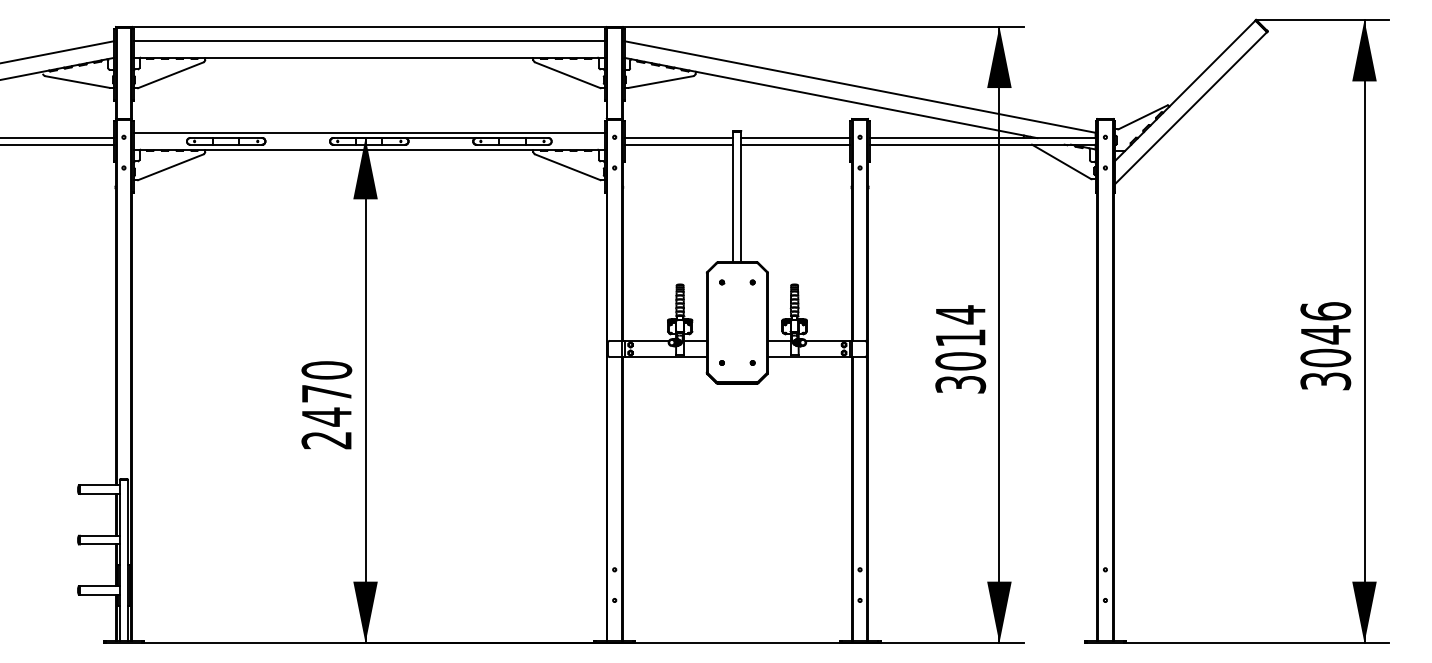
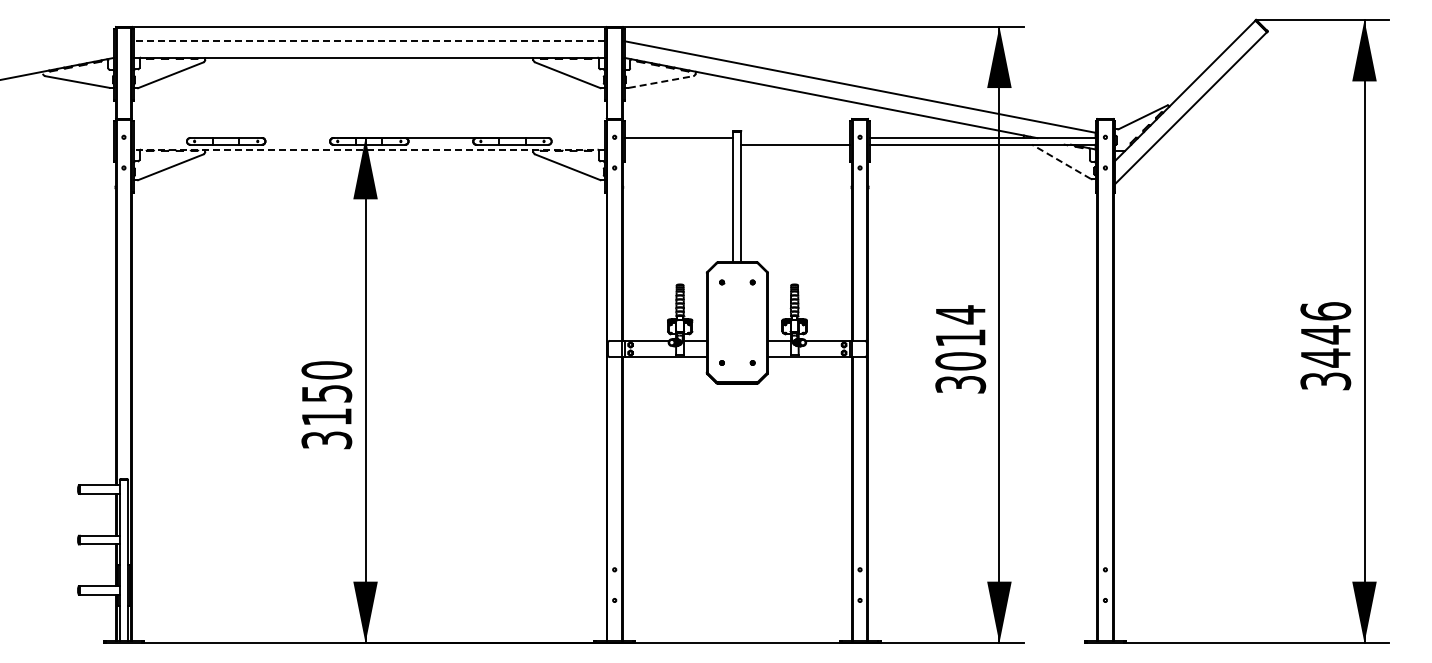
line at (369, 41): solid -> dashed
line at (58, 52): present -> none
line at (661, 82): solid -> dashed
line at (368, 133): present -> none
line at (58, 138): present -> none
line at (795, 138): present -> none
line at (58, 144): present -> none
line at (678, 144): present -> none
line at (369, 149): solid -> dashed
line at (1061, 161): solid -> dashed
text at (1325, 357): 3046 -> 3446
text at (326, 417): 2470 -> 3150
